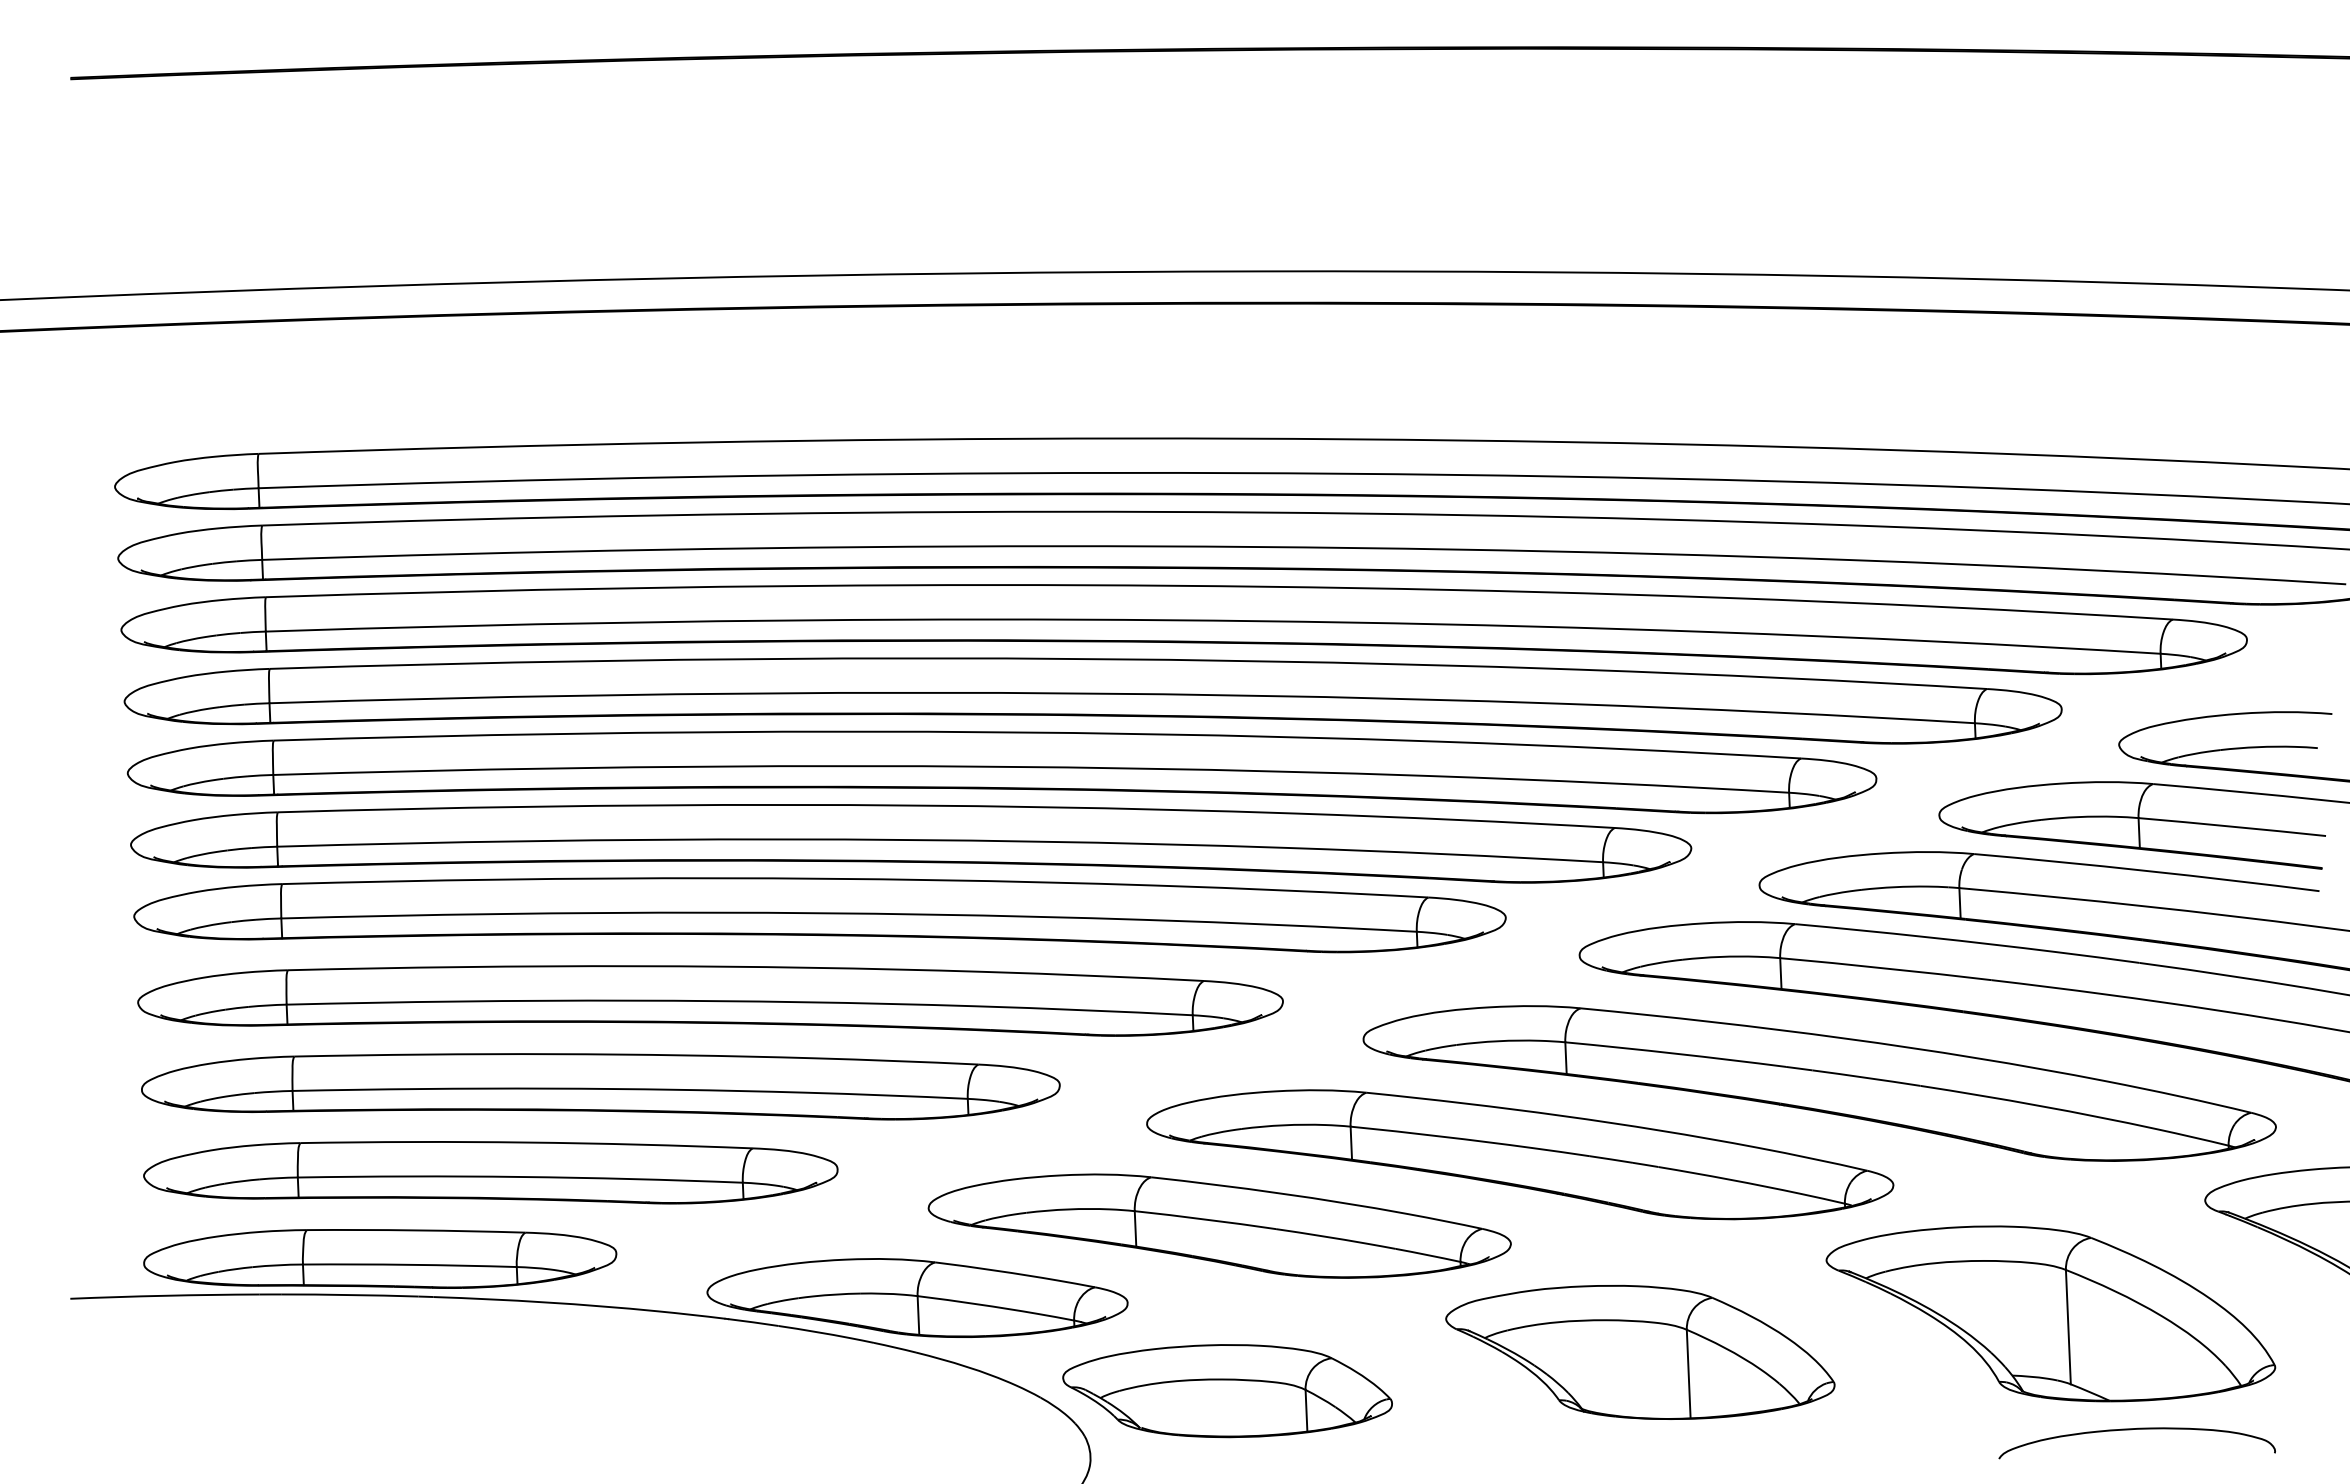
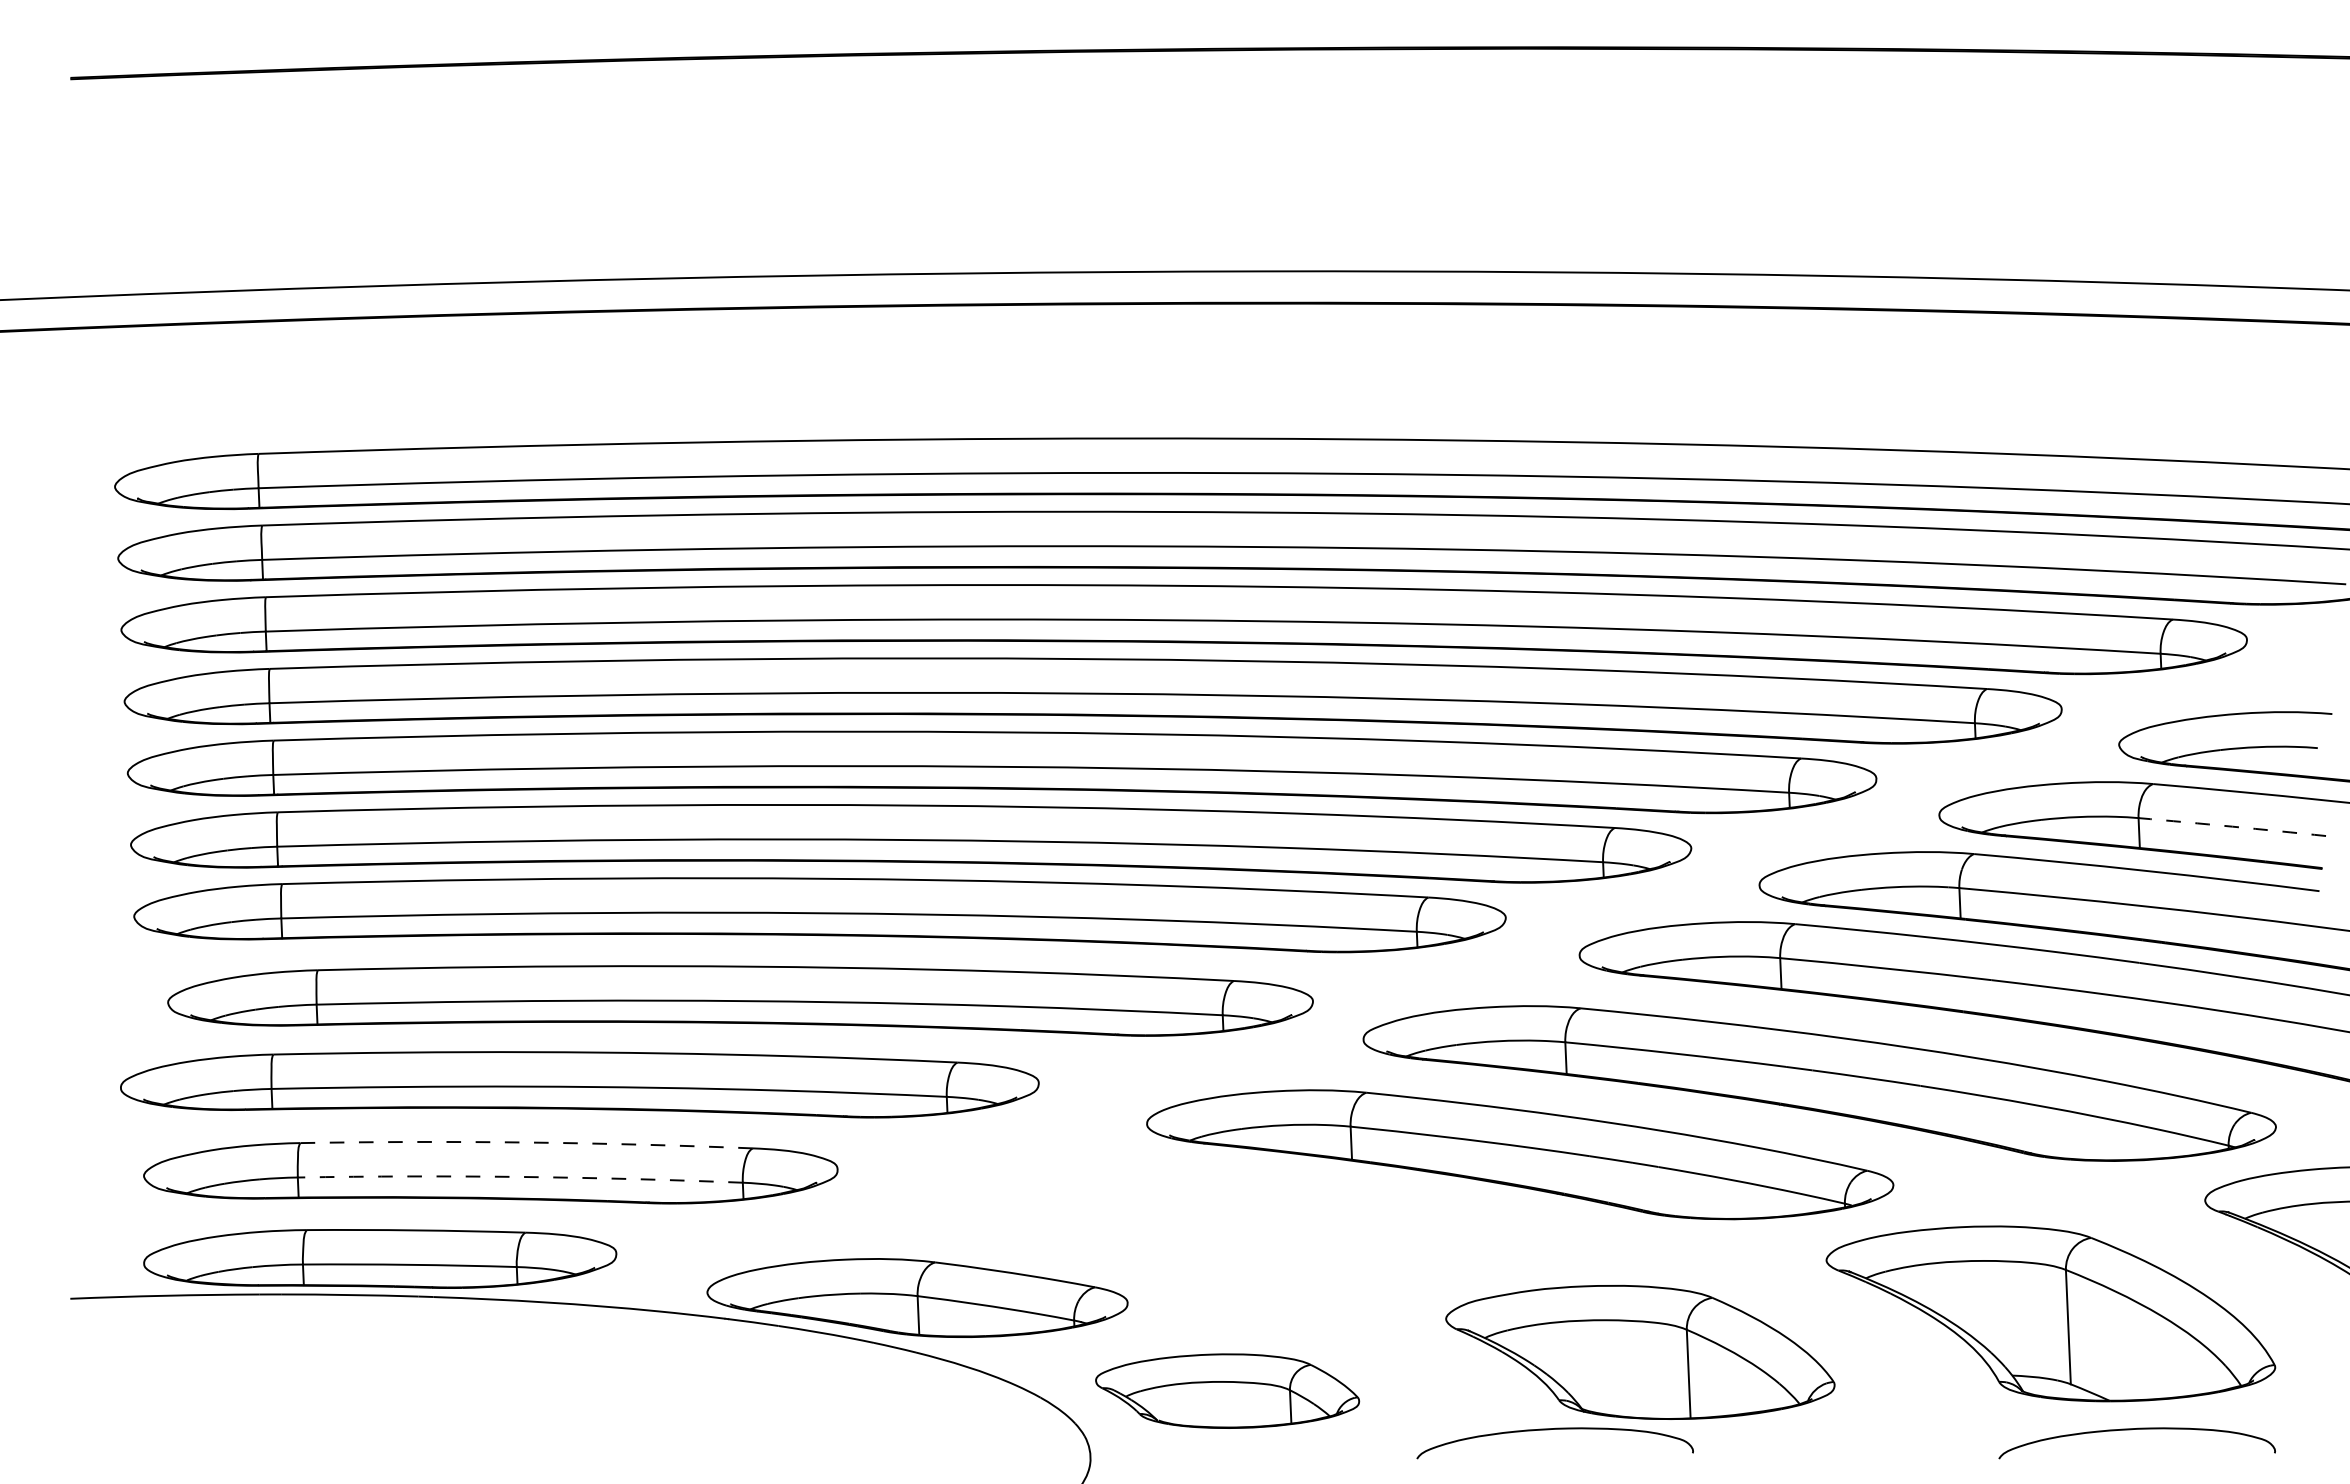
arc at (2232, 826): solid -> dashed
part at (710, 1000) position: (710, 1000) -> (740, 1000)
part at (600, 1086) position: (600, 1086) -> (579, 1084)
arc at (526, 1142): solid -> dashed
arc at (520, 1176): solid -> dashed
part at (1219, 1225): present -> none
part at (1227, 1391) size: 331x95 px -> 266x76 px
curve at (1549, 1430): none -> present
